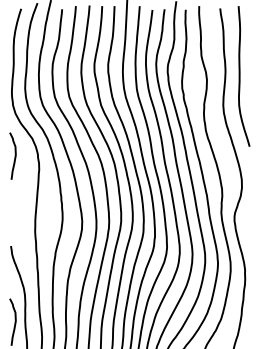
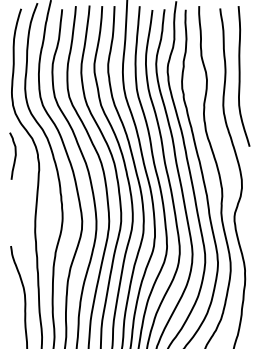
curve at (14, 321): present -> none
